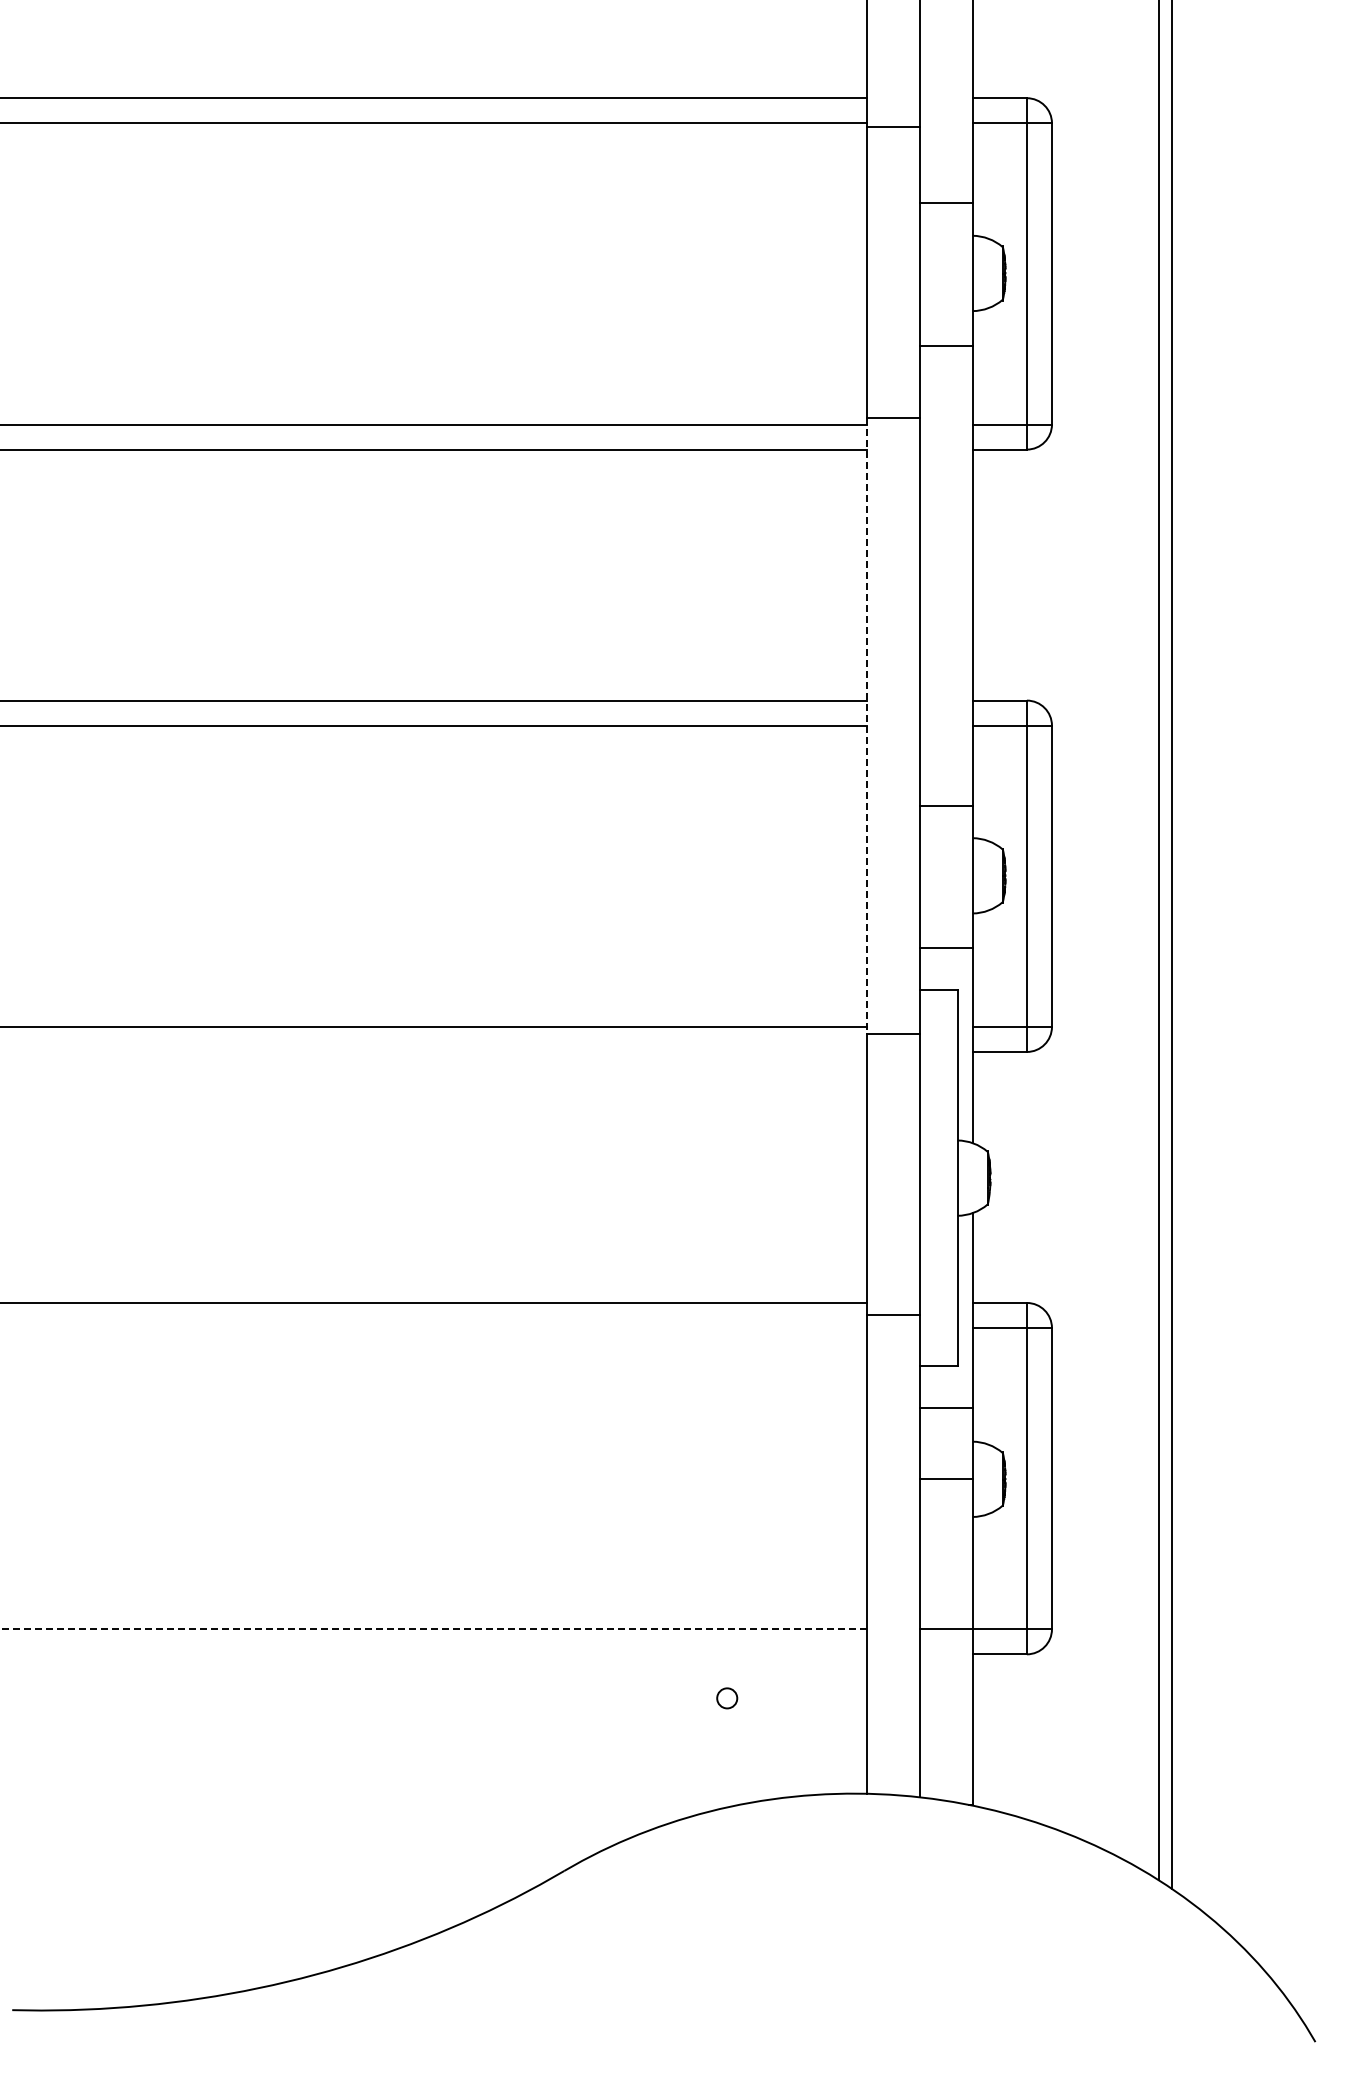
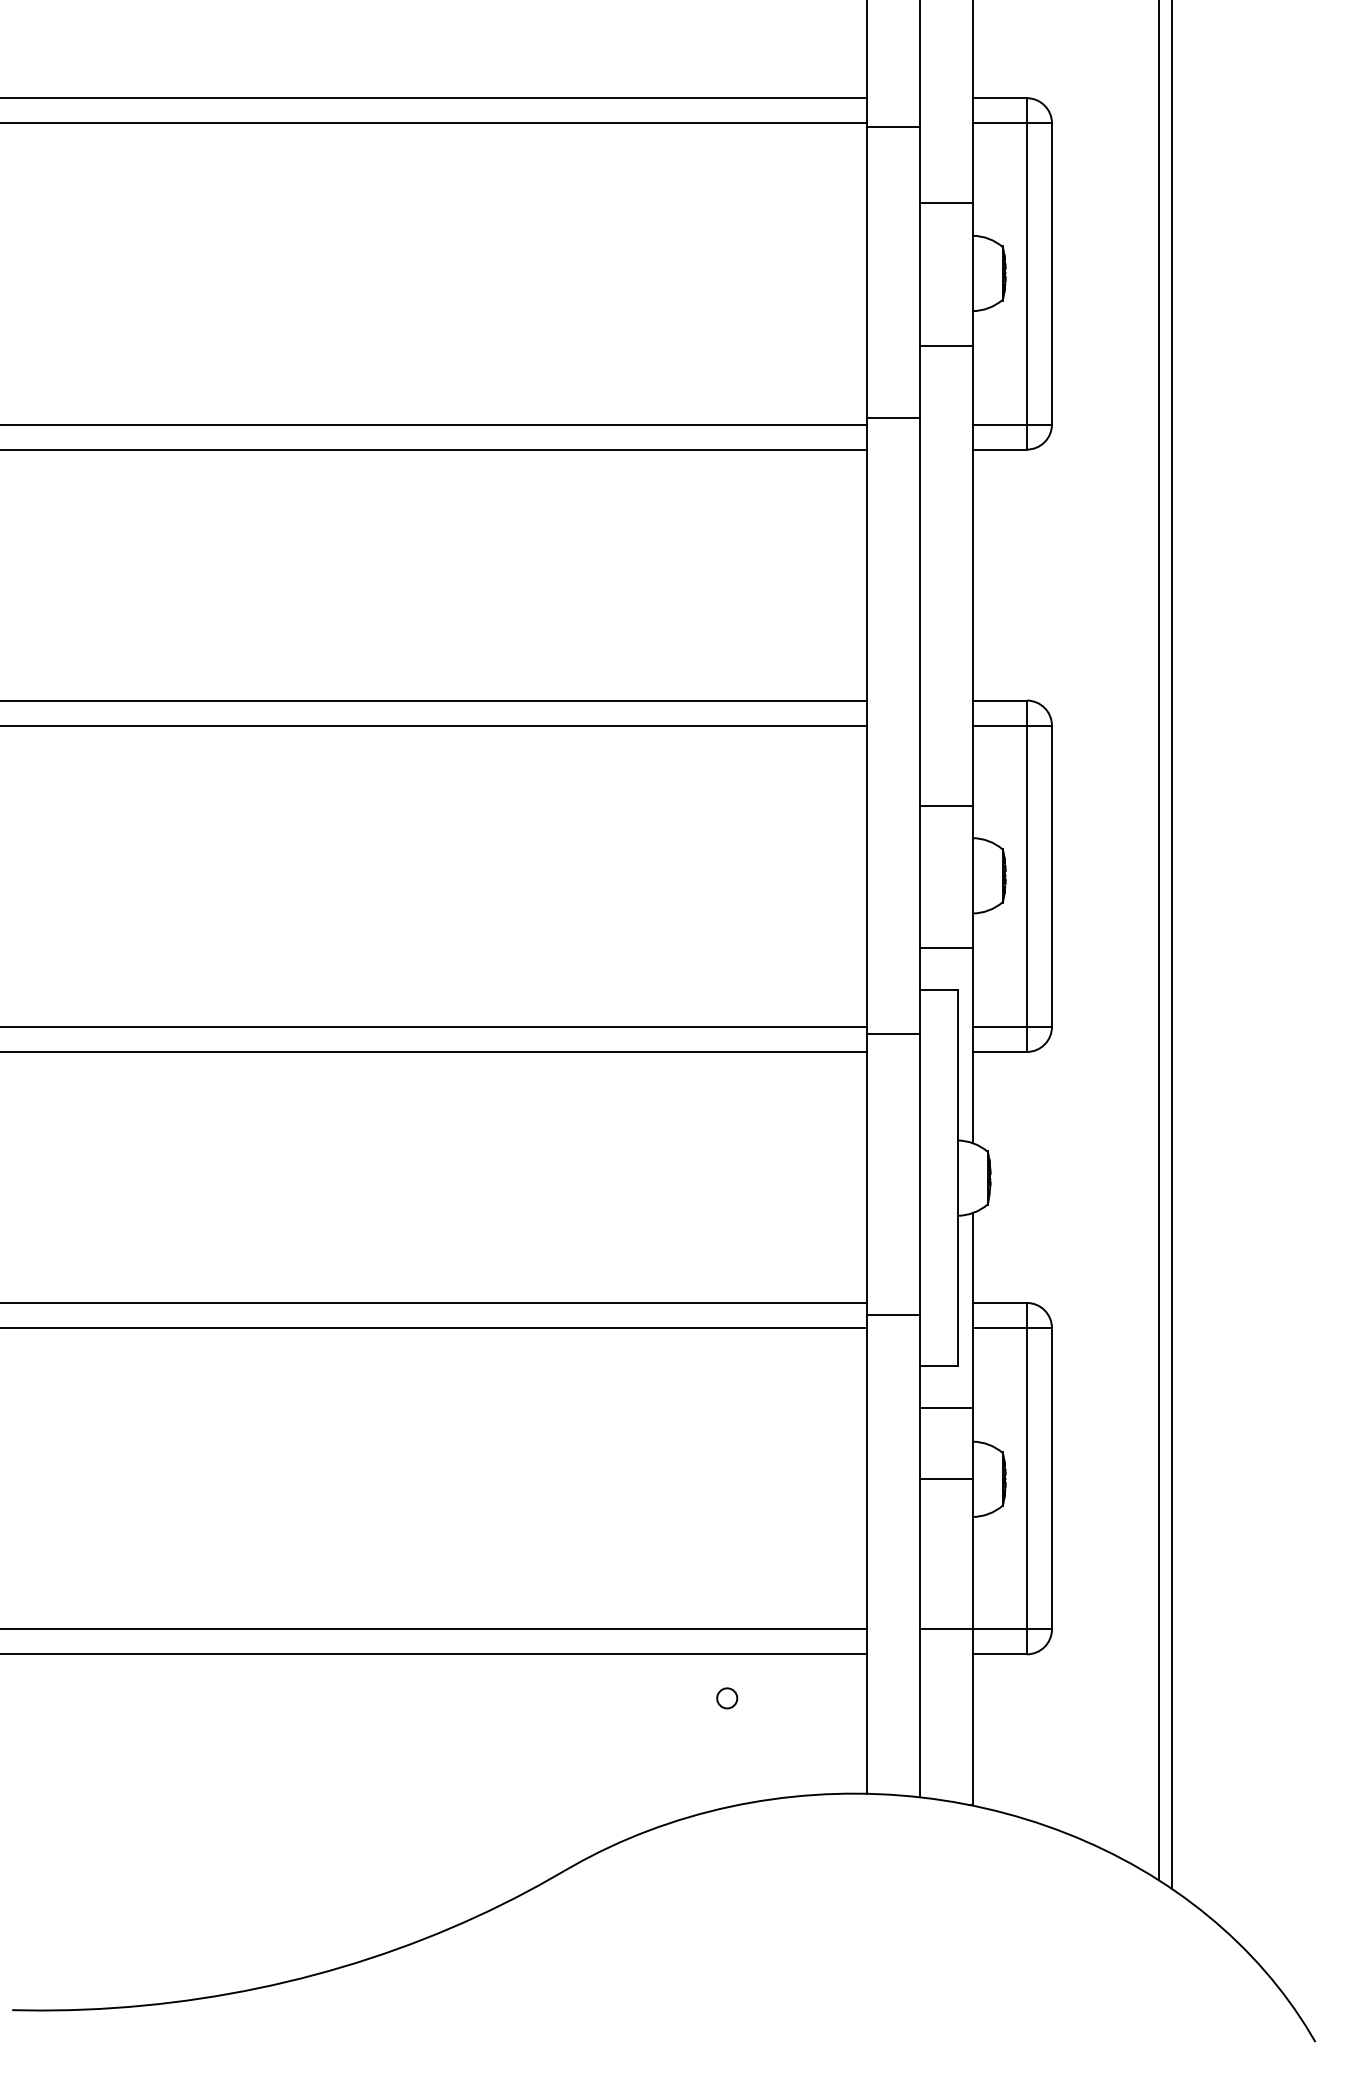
line at (867, 726): dashed -> solid
line at (434, 1051): none -> present
line at (434, 1328): none -> present
line at (433, 1629): dashed -> solid
line at (434, 1654): none -> present
